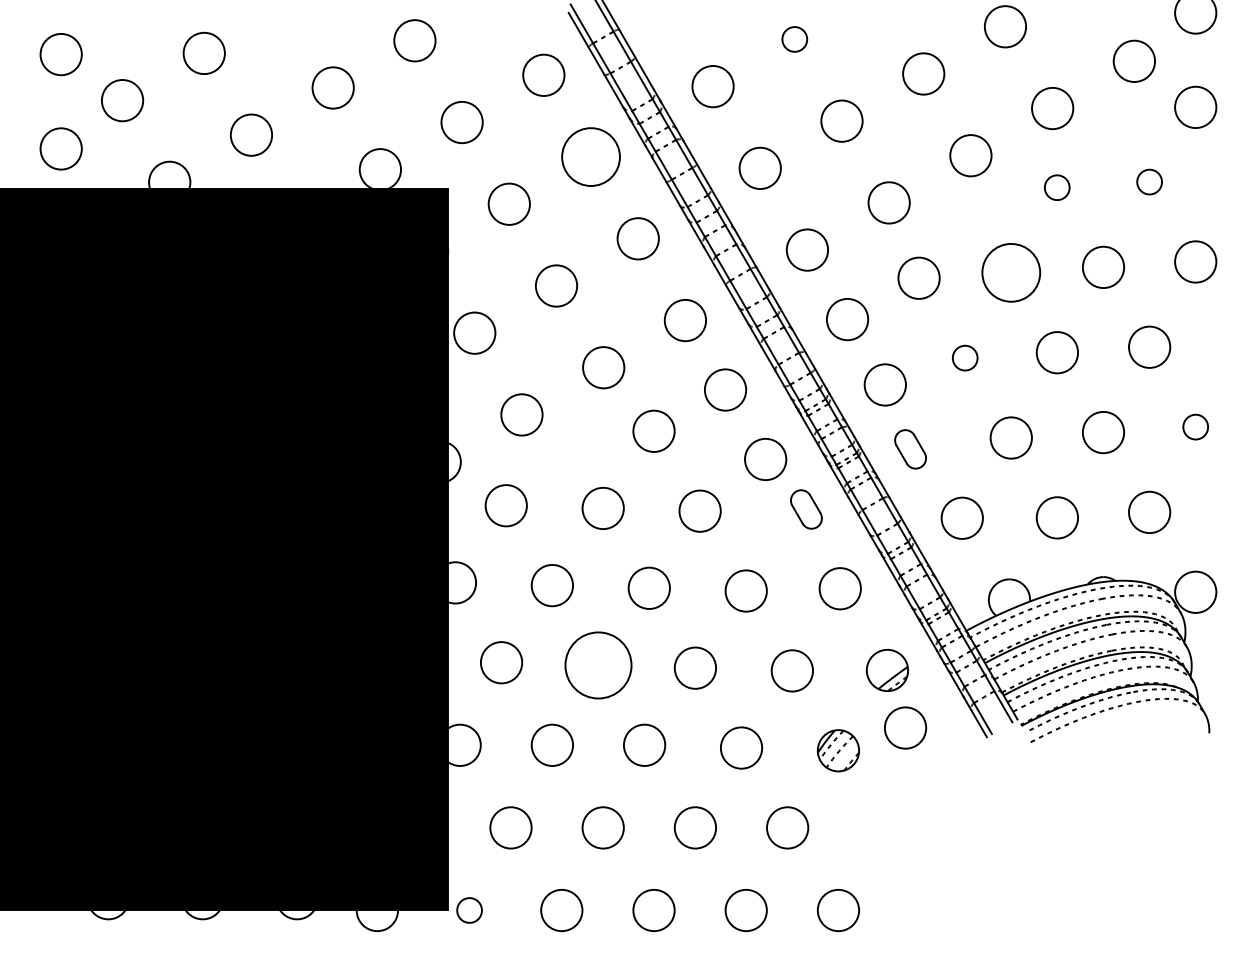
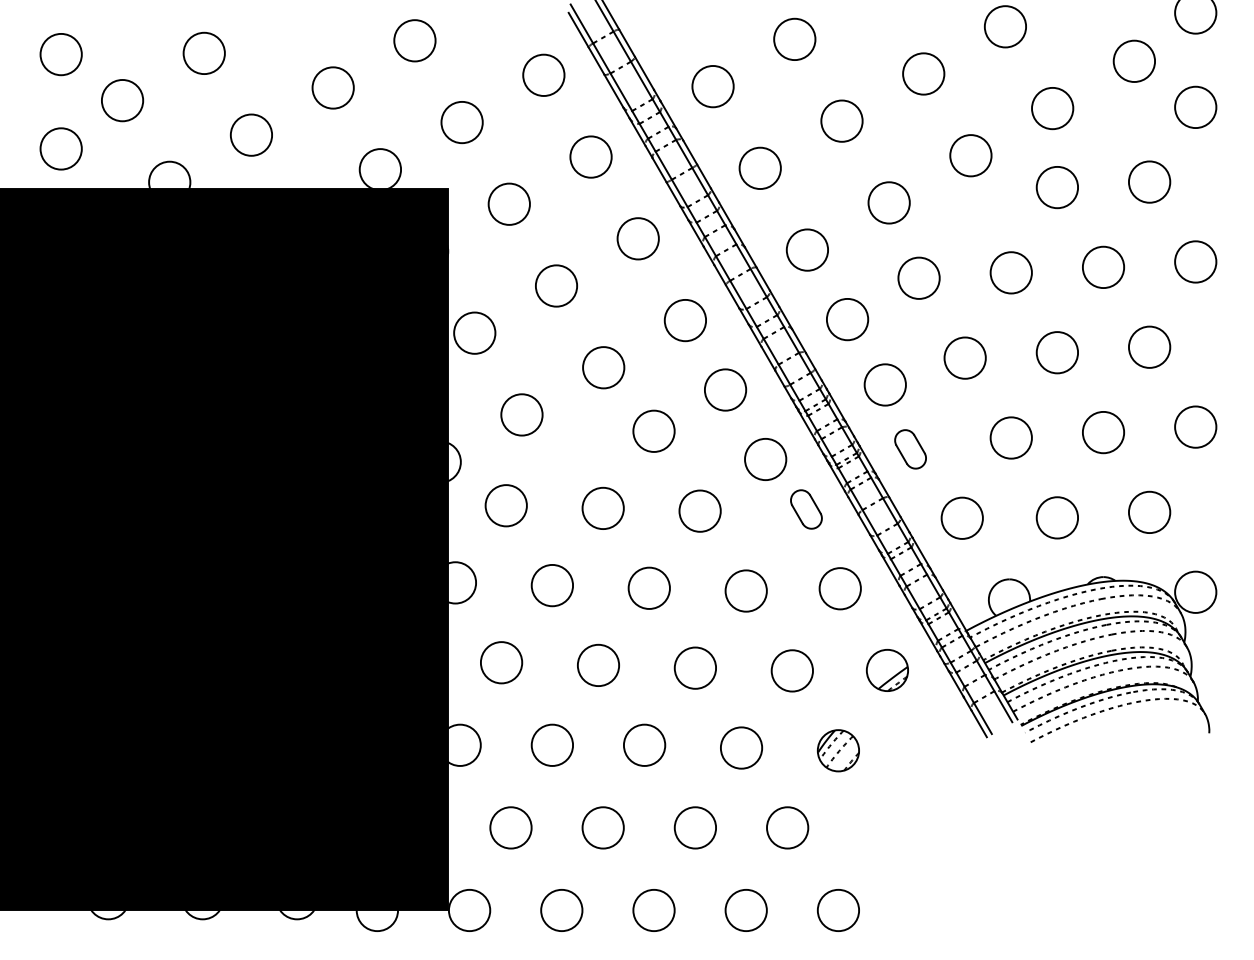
circle at (794, 39) diameter: 25 px -> 41 px
circle at (590, 156) diameter: 58 px -> 41 px
circle at (1149, 181) diameter: 25 px -> 41 px
circle at (1057, 187) size: 27x27 px -> 44x44 px
circle at (1011, 272) diameter: 58 px -> 41 px
circle at (964, 357) diameter: 25 px -> 41 px
circle at (1195, 426) diameter: 25 px -> 41 px
circle at (598, 665) diameter: 66 px -> 41 px
circle at (905, 727): present -> none
circle at (469, 910) diameter: 25 px -> 41 px
